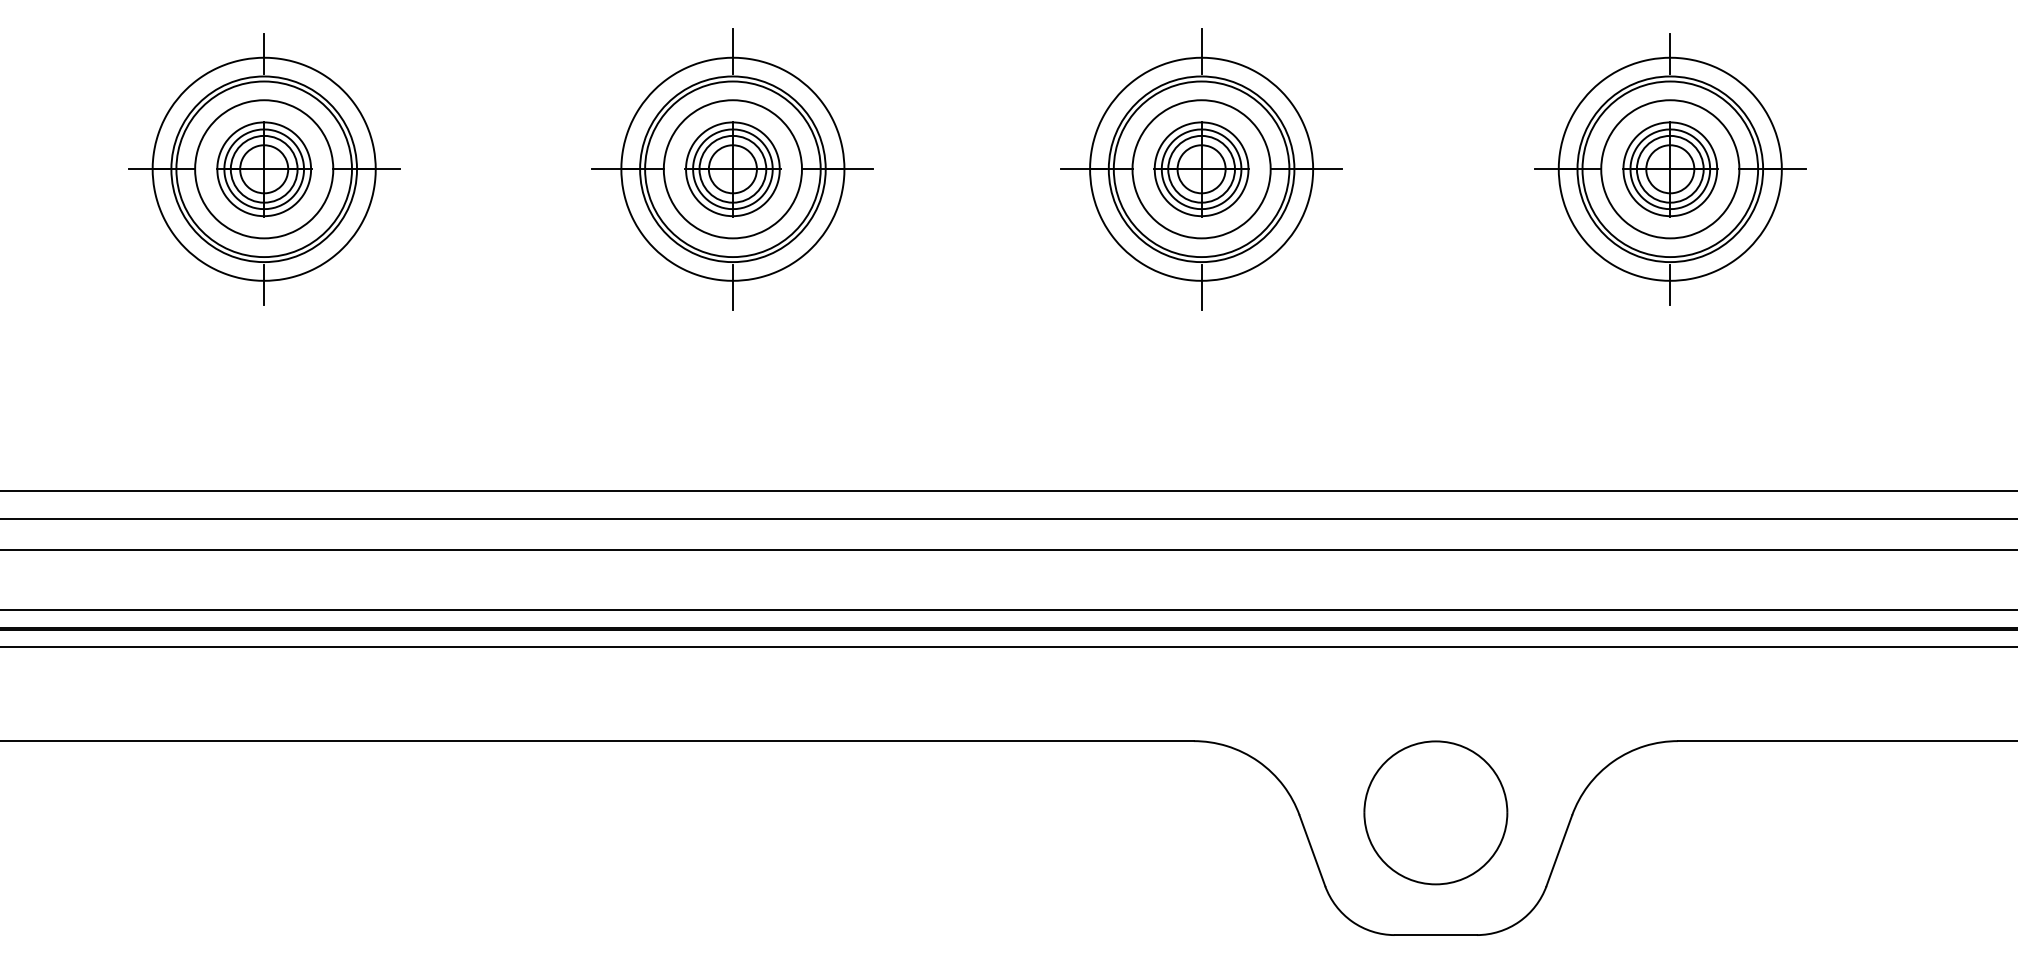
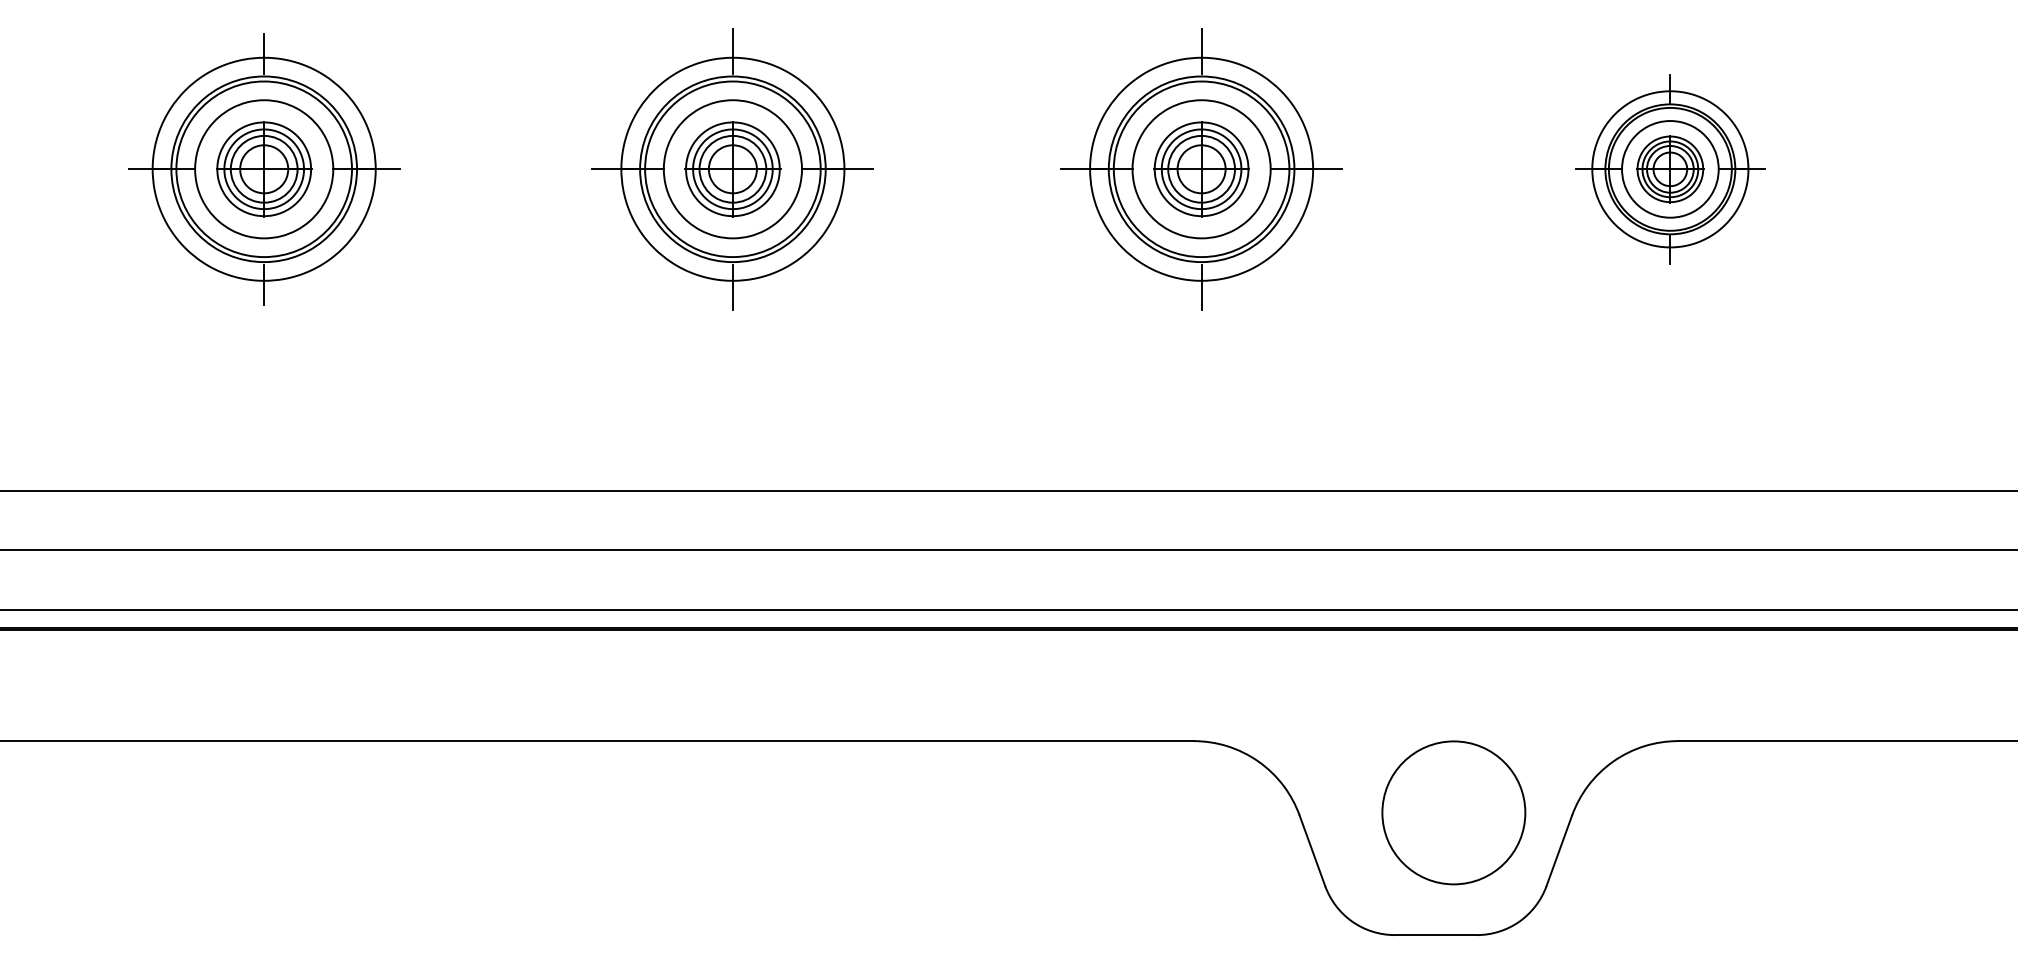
part at (1670, 169) size: 273x273 px -> 191x191 px
line at (1008, 518): present -> none
line at (1008, 647): present -> none
part at (1435, 812) position: (1435, 812) -> (1453, 812)
